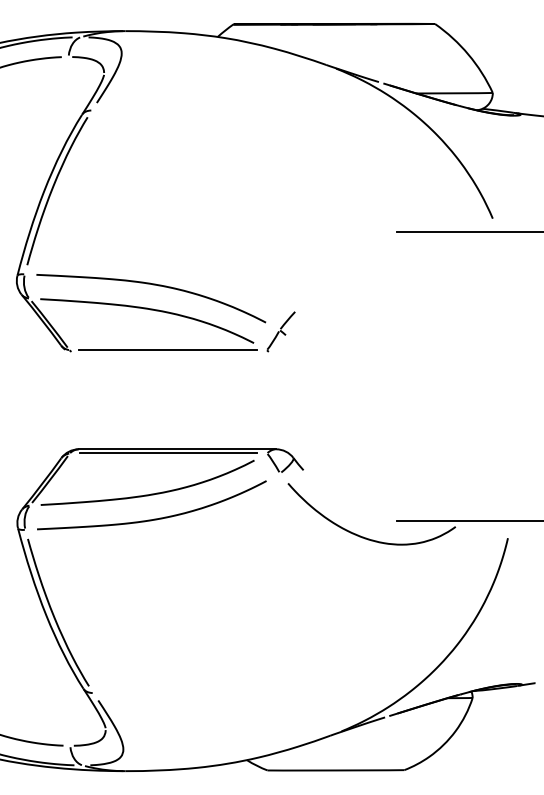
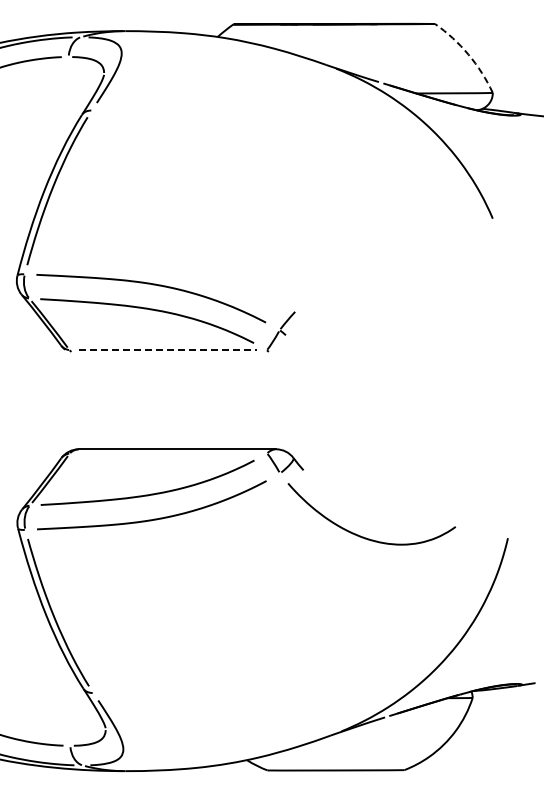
arc at (468, 54): solid -> dashed
line at (468, 232): present -> none
line at (168, 350): solid -> dashed
line at (168, 453): present -> none
line at (468, 520): present -> none
